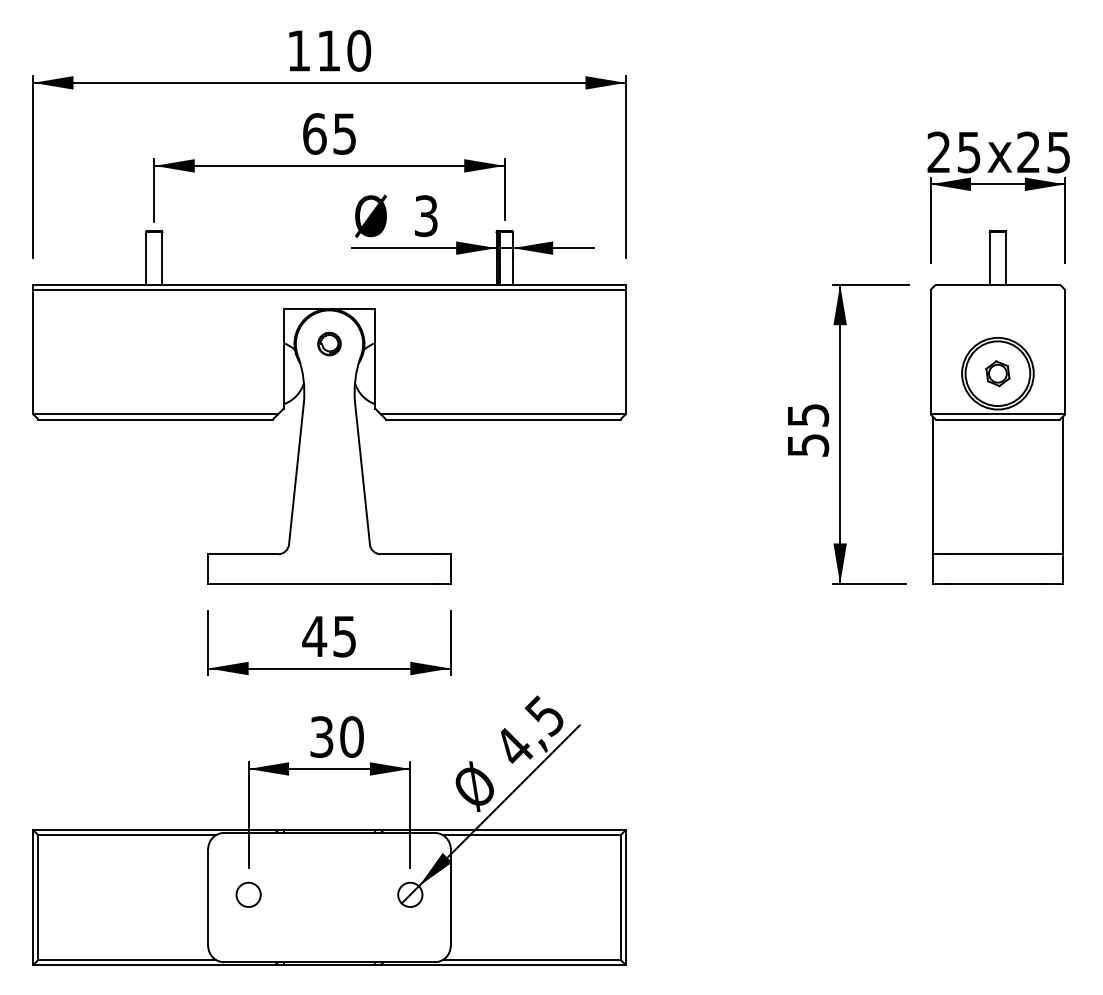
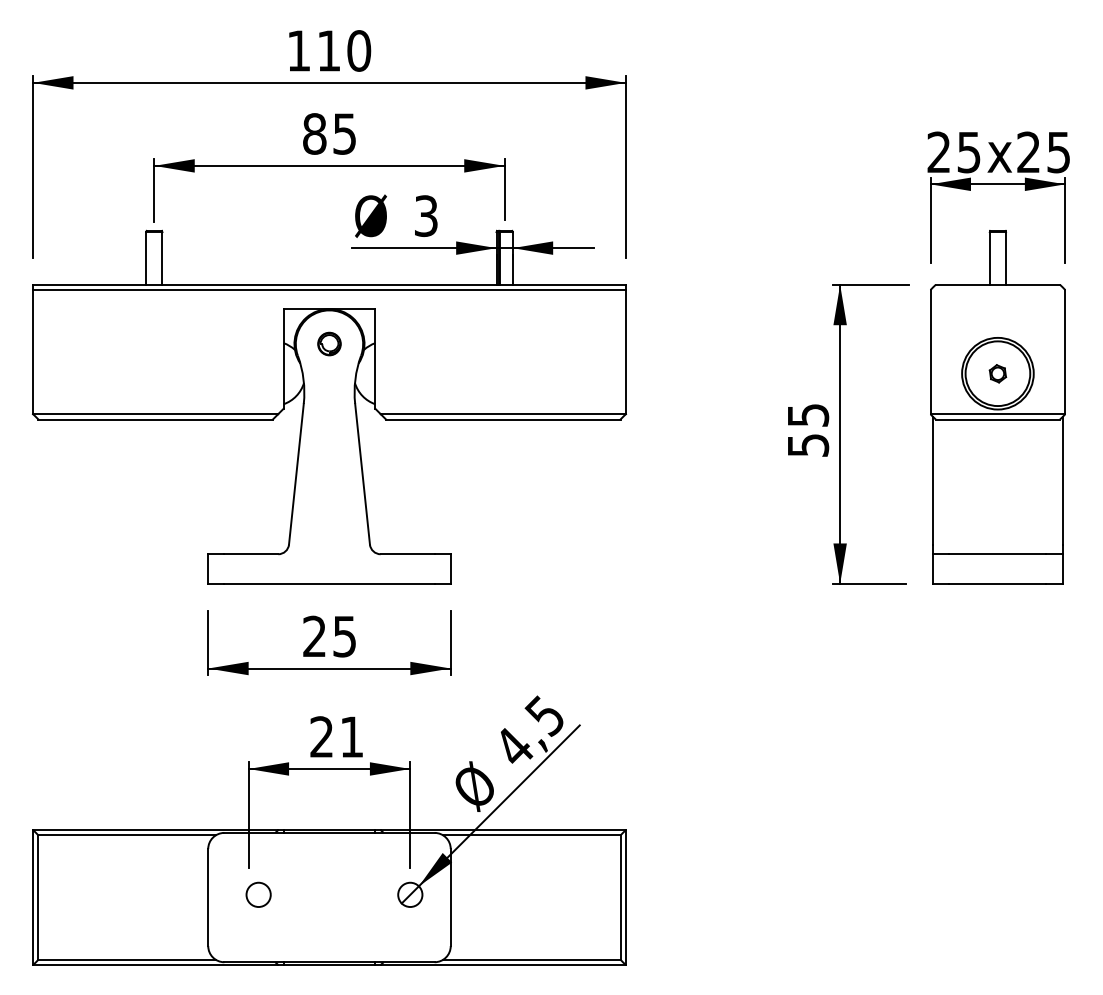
text at (314, 133): 65 -> 85
part at (997, 373) size: 26x28 px -> 20x20 px
text at (314, 635): 45 -> 25
text at (336, 736): 30 -> 21
circle at (248, 894) position: (248, 894) -> (258, 894)
